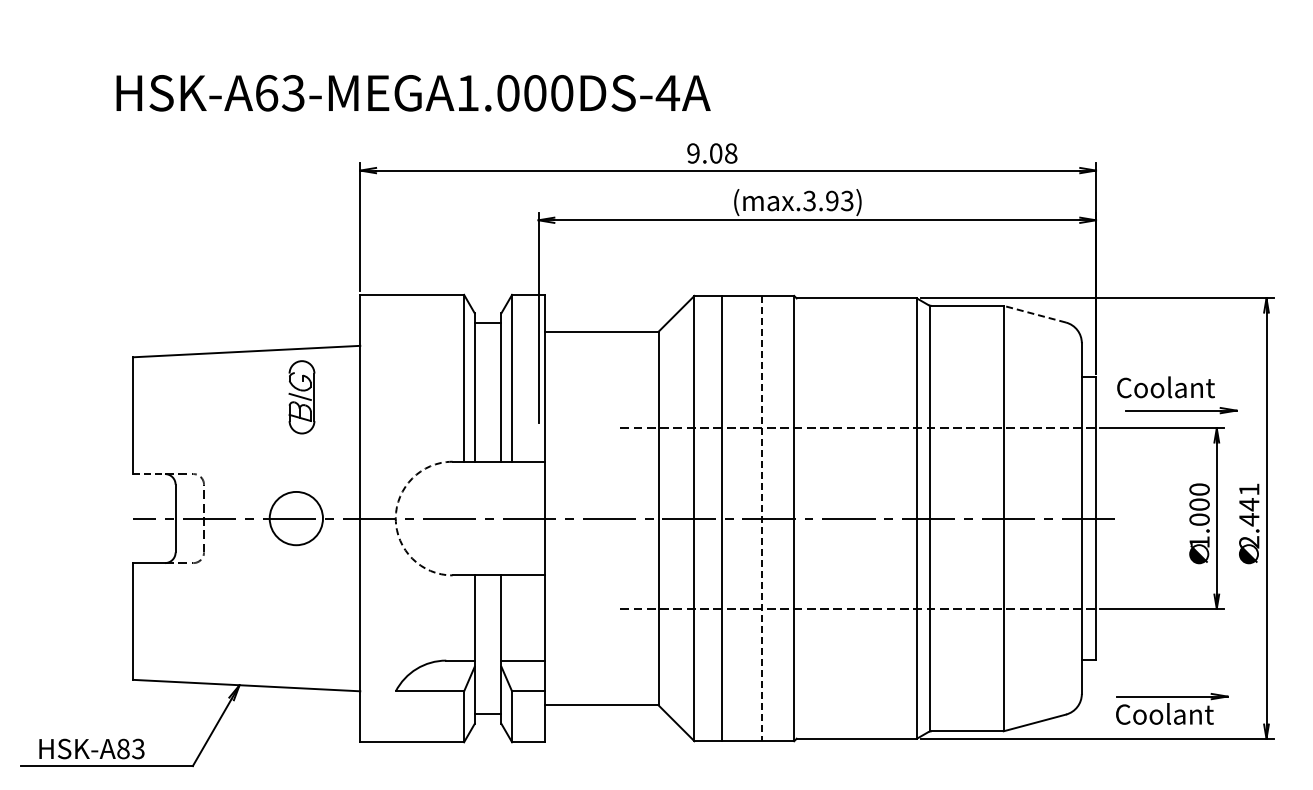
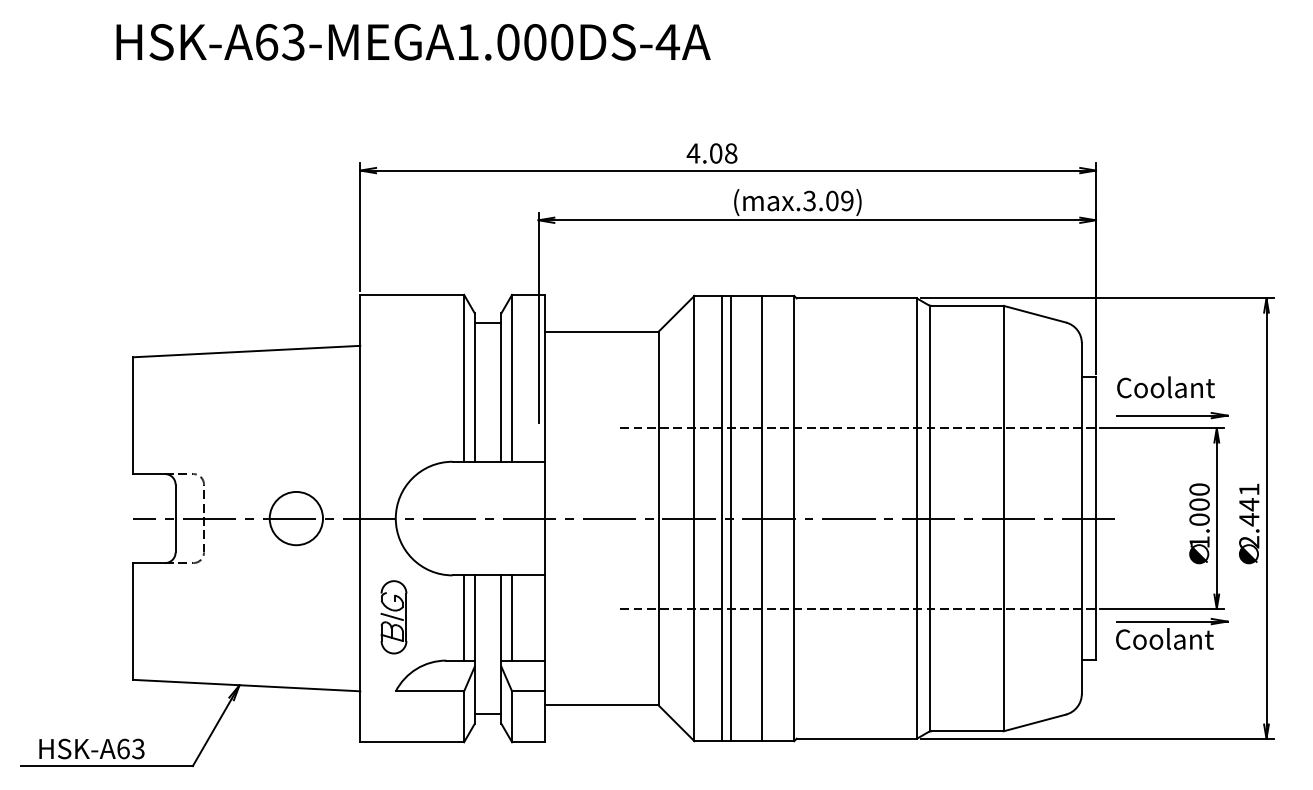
text at (413, 93) position: (413, 93) -> (413, 42)
text at (693, 153): 9.08 -> 4.08
text at (839, 200): (max.3.93) -> (max.3.09)
line at (1034, 314): dashed -> solid
part at (301, 397) position: (301, 397) -> (393, 617)
part at (1181, 410) position: (1181, 410) -> (1172, 415)
line at (149, 474): dashed -> solid
arc at (395, 518): dashed -> solid
line at (731, 518): none -> present
line at (762, 518): dashed -> solid
line at (464, 617): none -> present
line at (512, 617): none -> present
part at (1172, 708) position: (1172, 708) -> (1172, 633)
text at (123, 748): HSK-A83 -> HSK-A63
